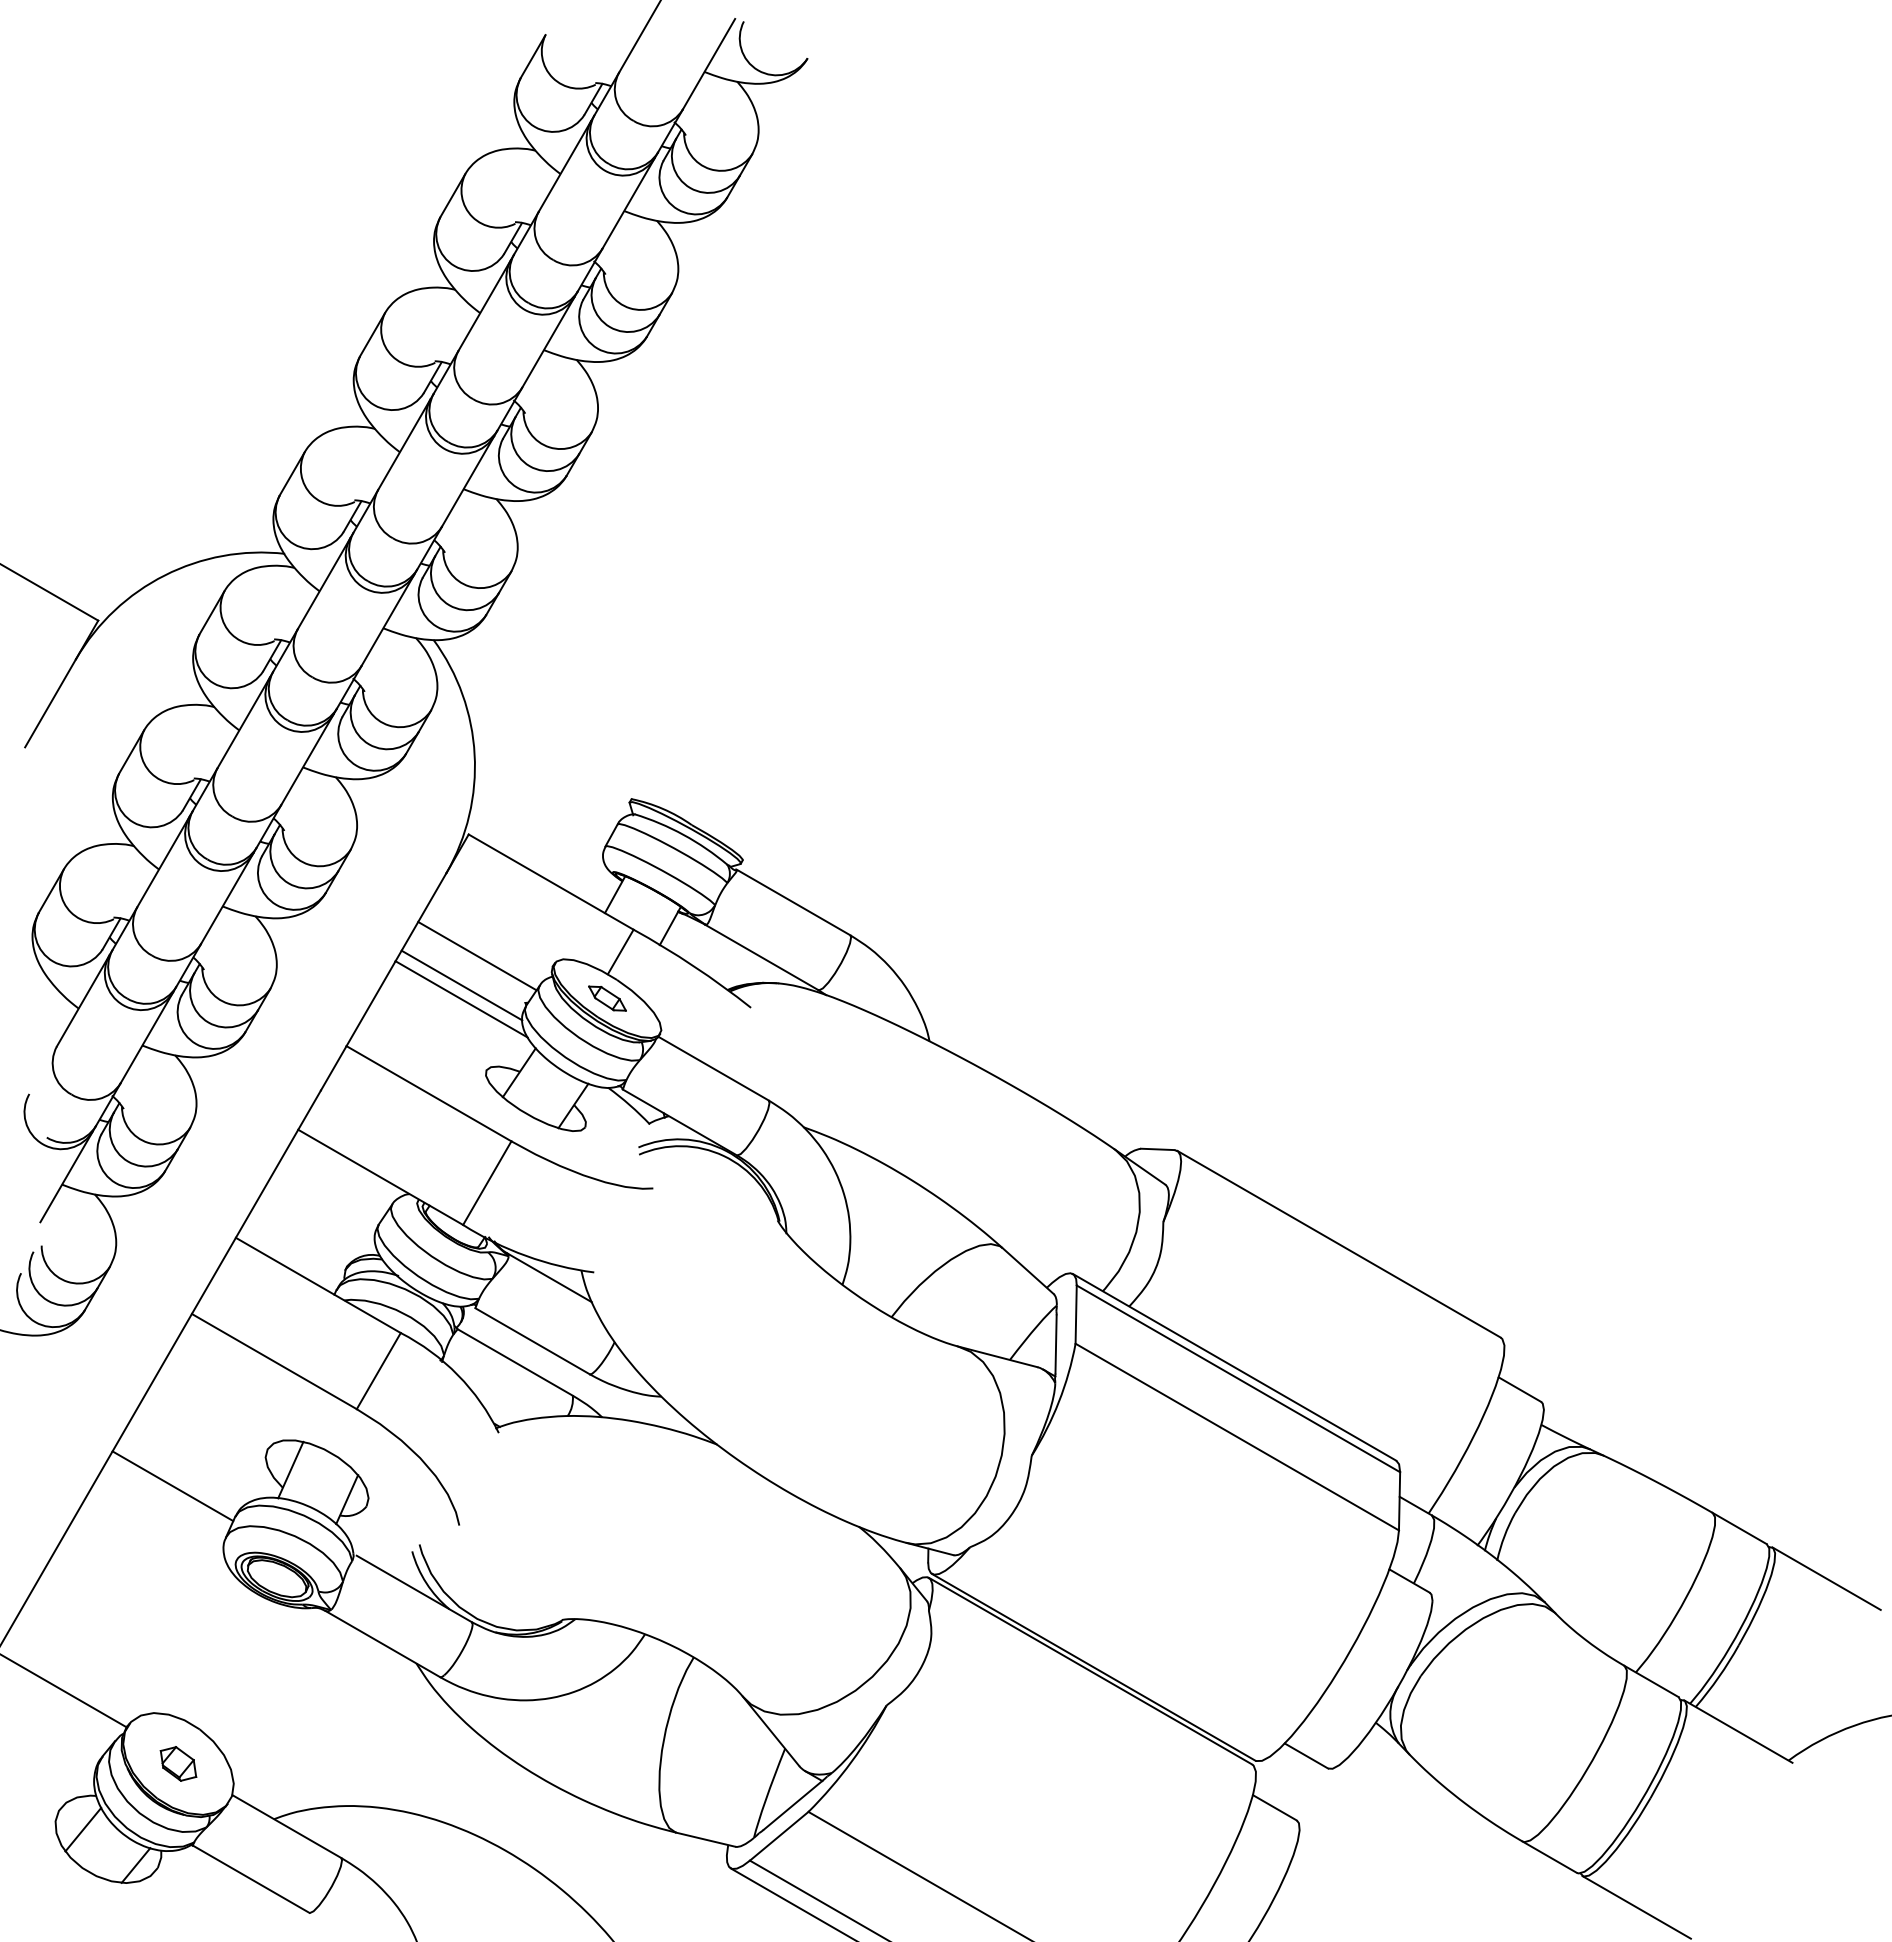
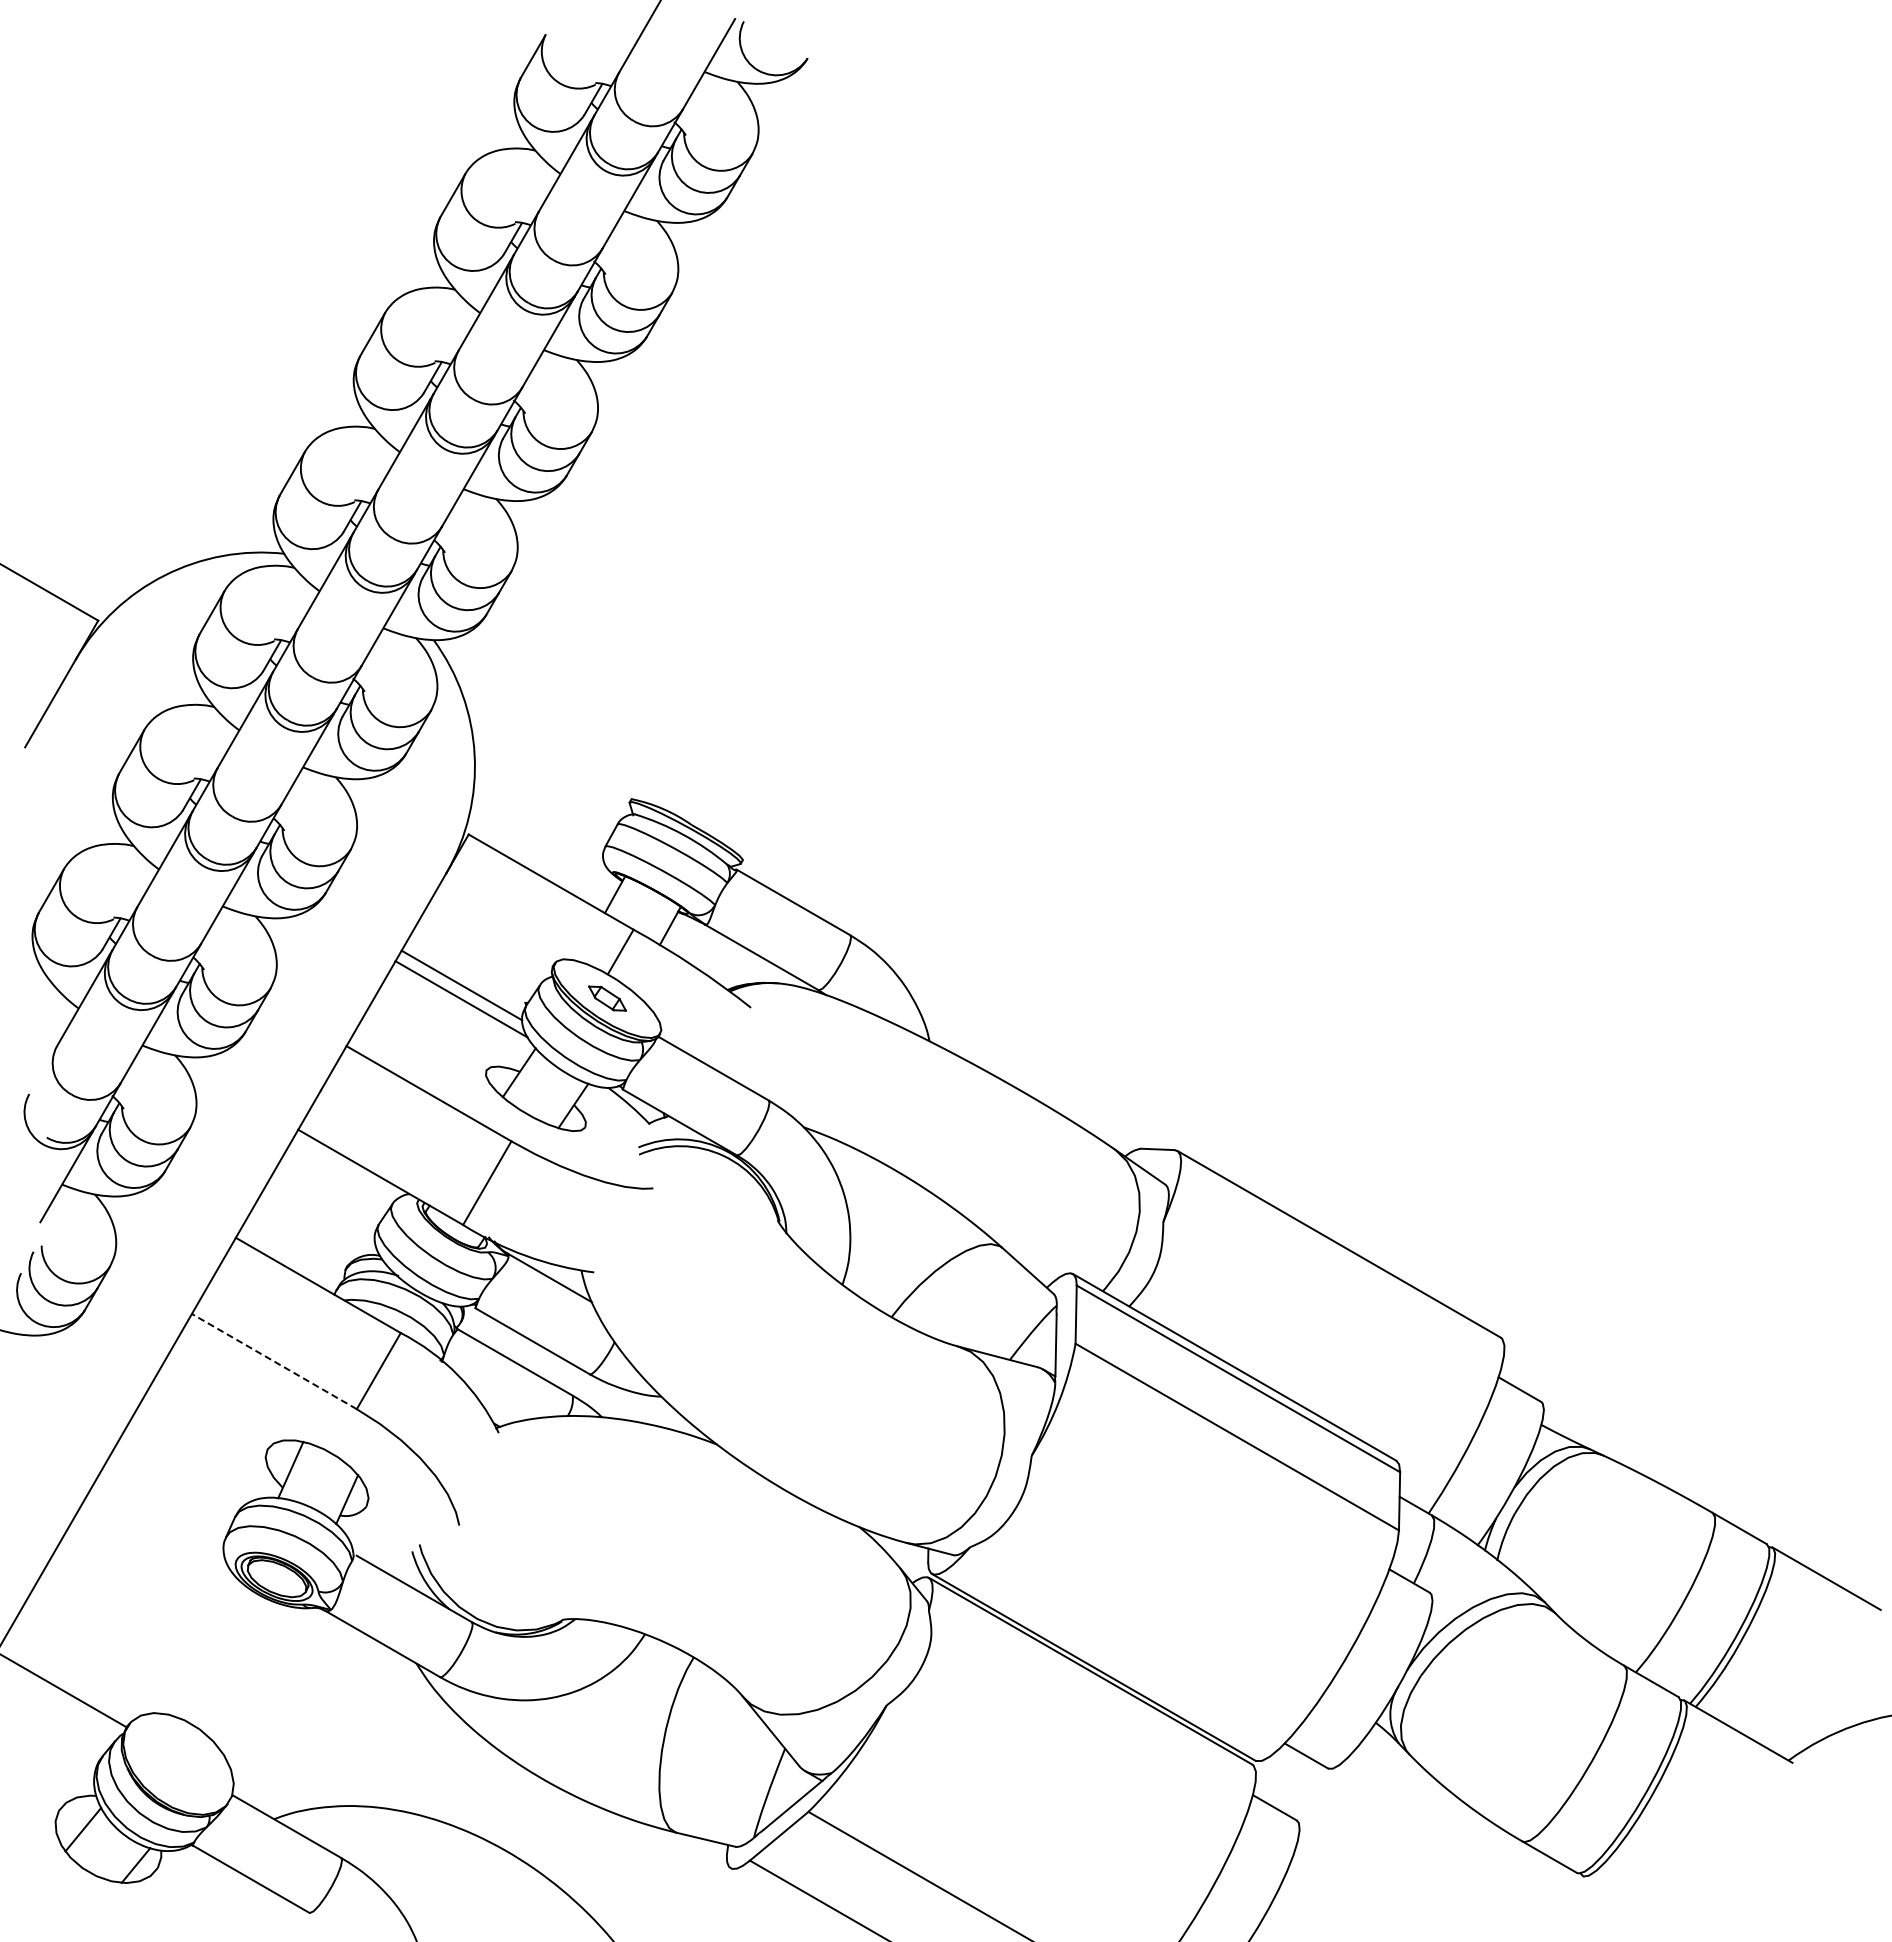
line at (477, 955): present -> none
line at (273, 1361): solid -> dashed
line at (172, 1486): present -> none
part at (178, 1763): present -> none
line at (791, 1903): present -> none
line at (1636, 1907): present -> none
